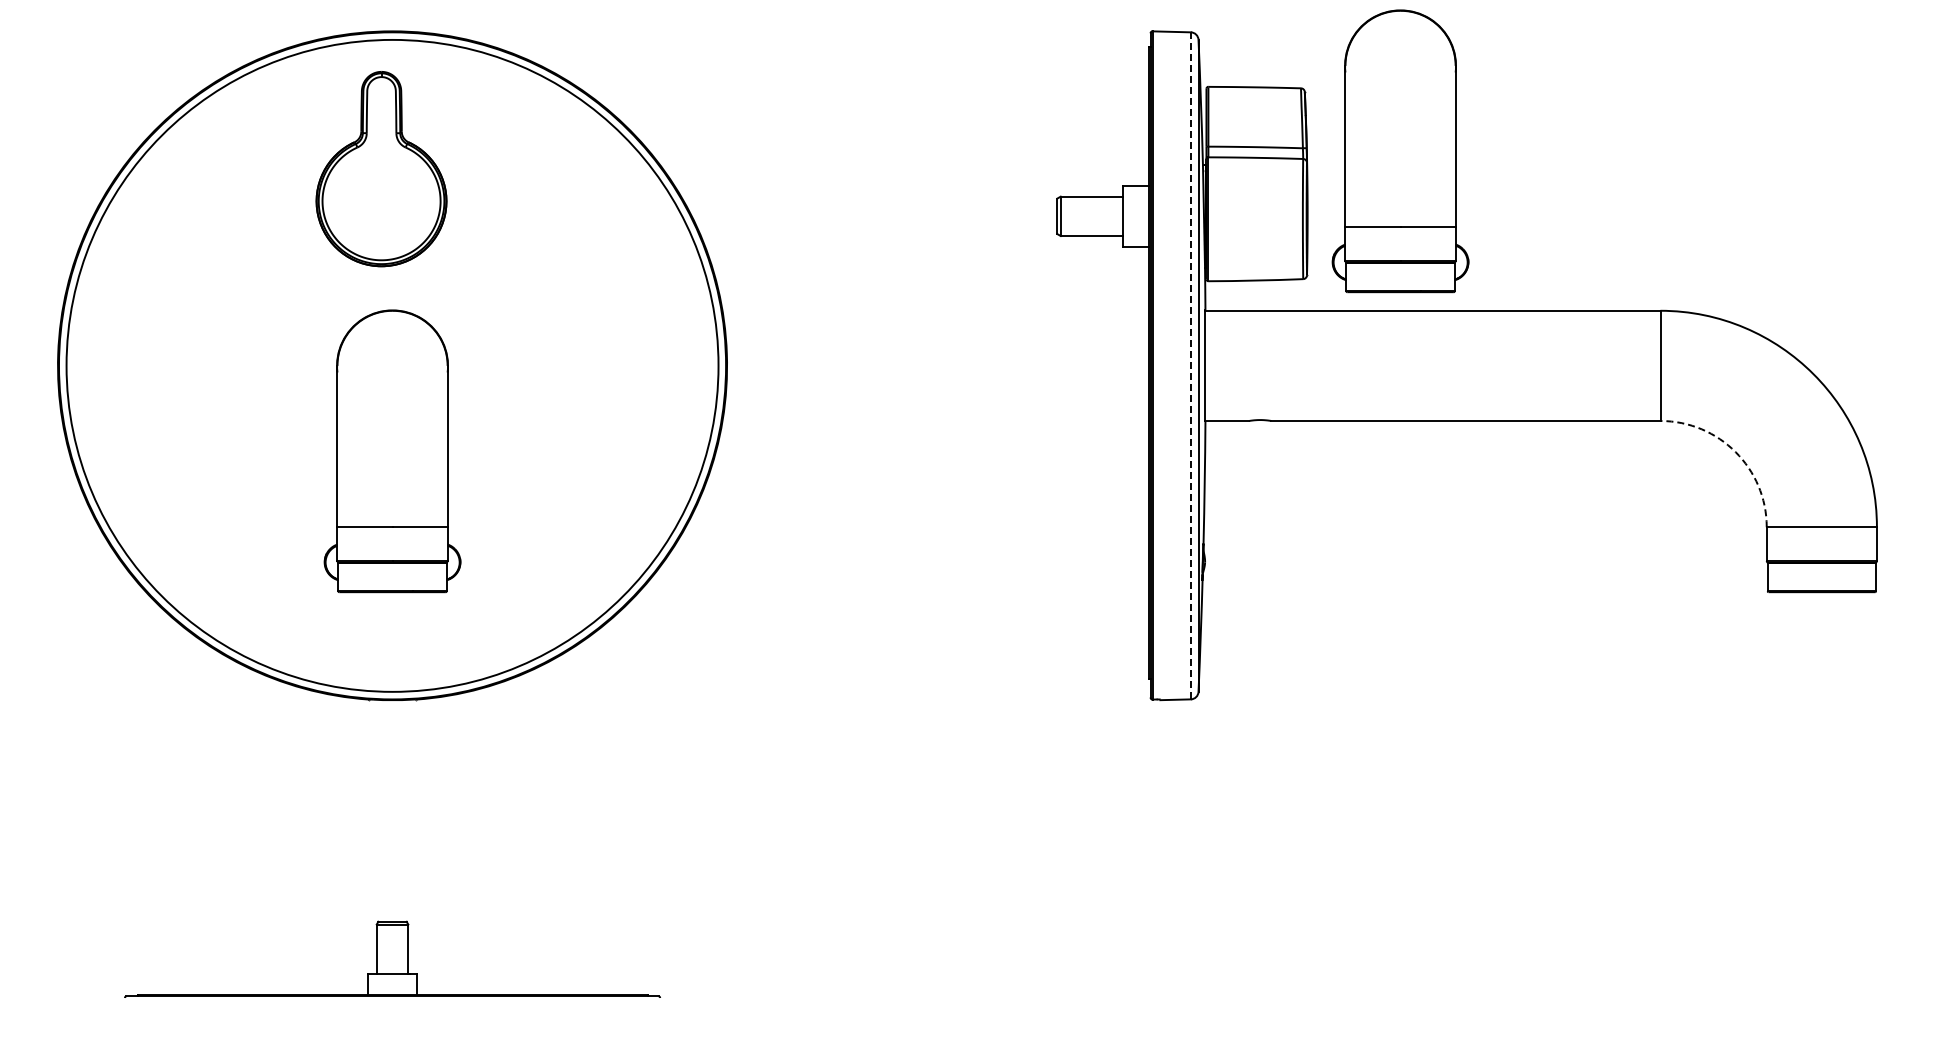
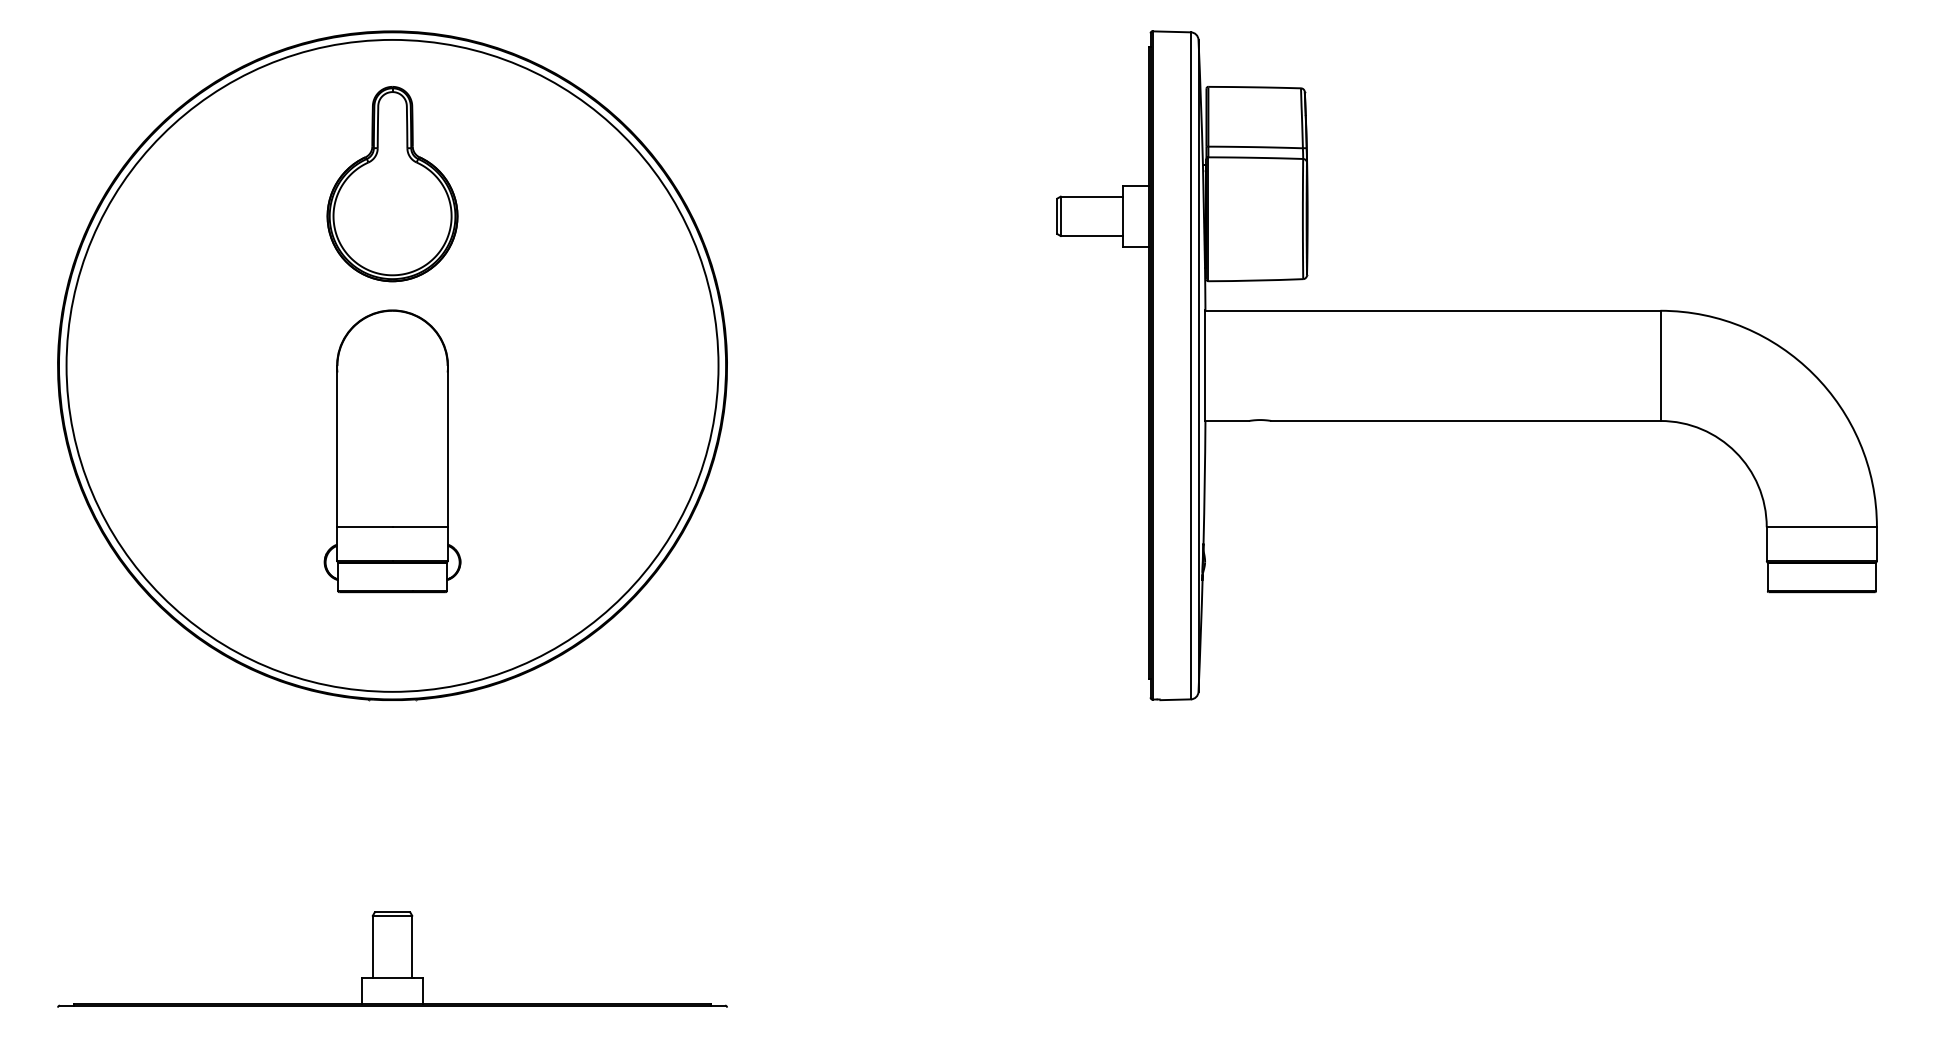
part at (1400, 151): present -> none
part at (381, 169) position: (381, 169) -> (392, 184)
line at (1190, 365): dashed -> solid
arc at (1735, 452): dashed -> solid
part at (392, 958) size: 537x78 px -> 671x97 px
